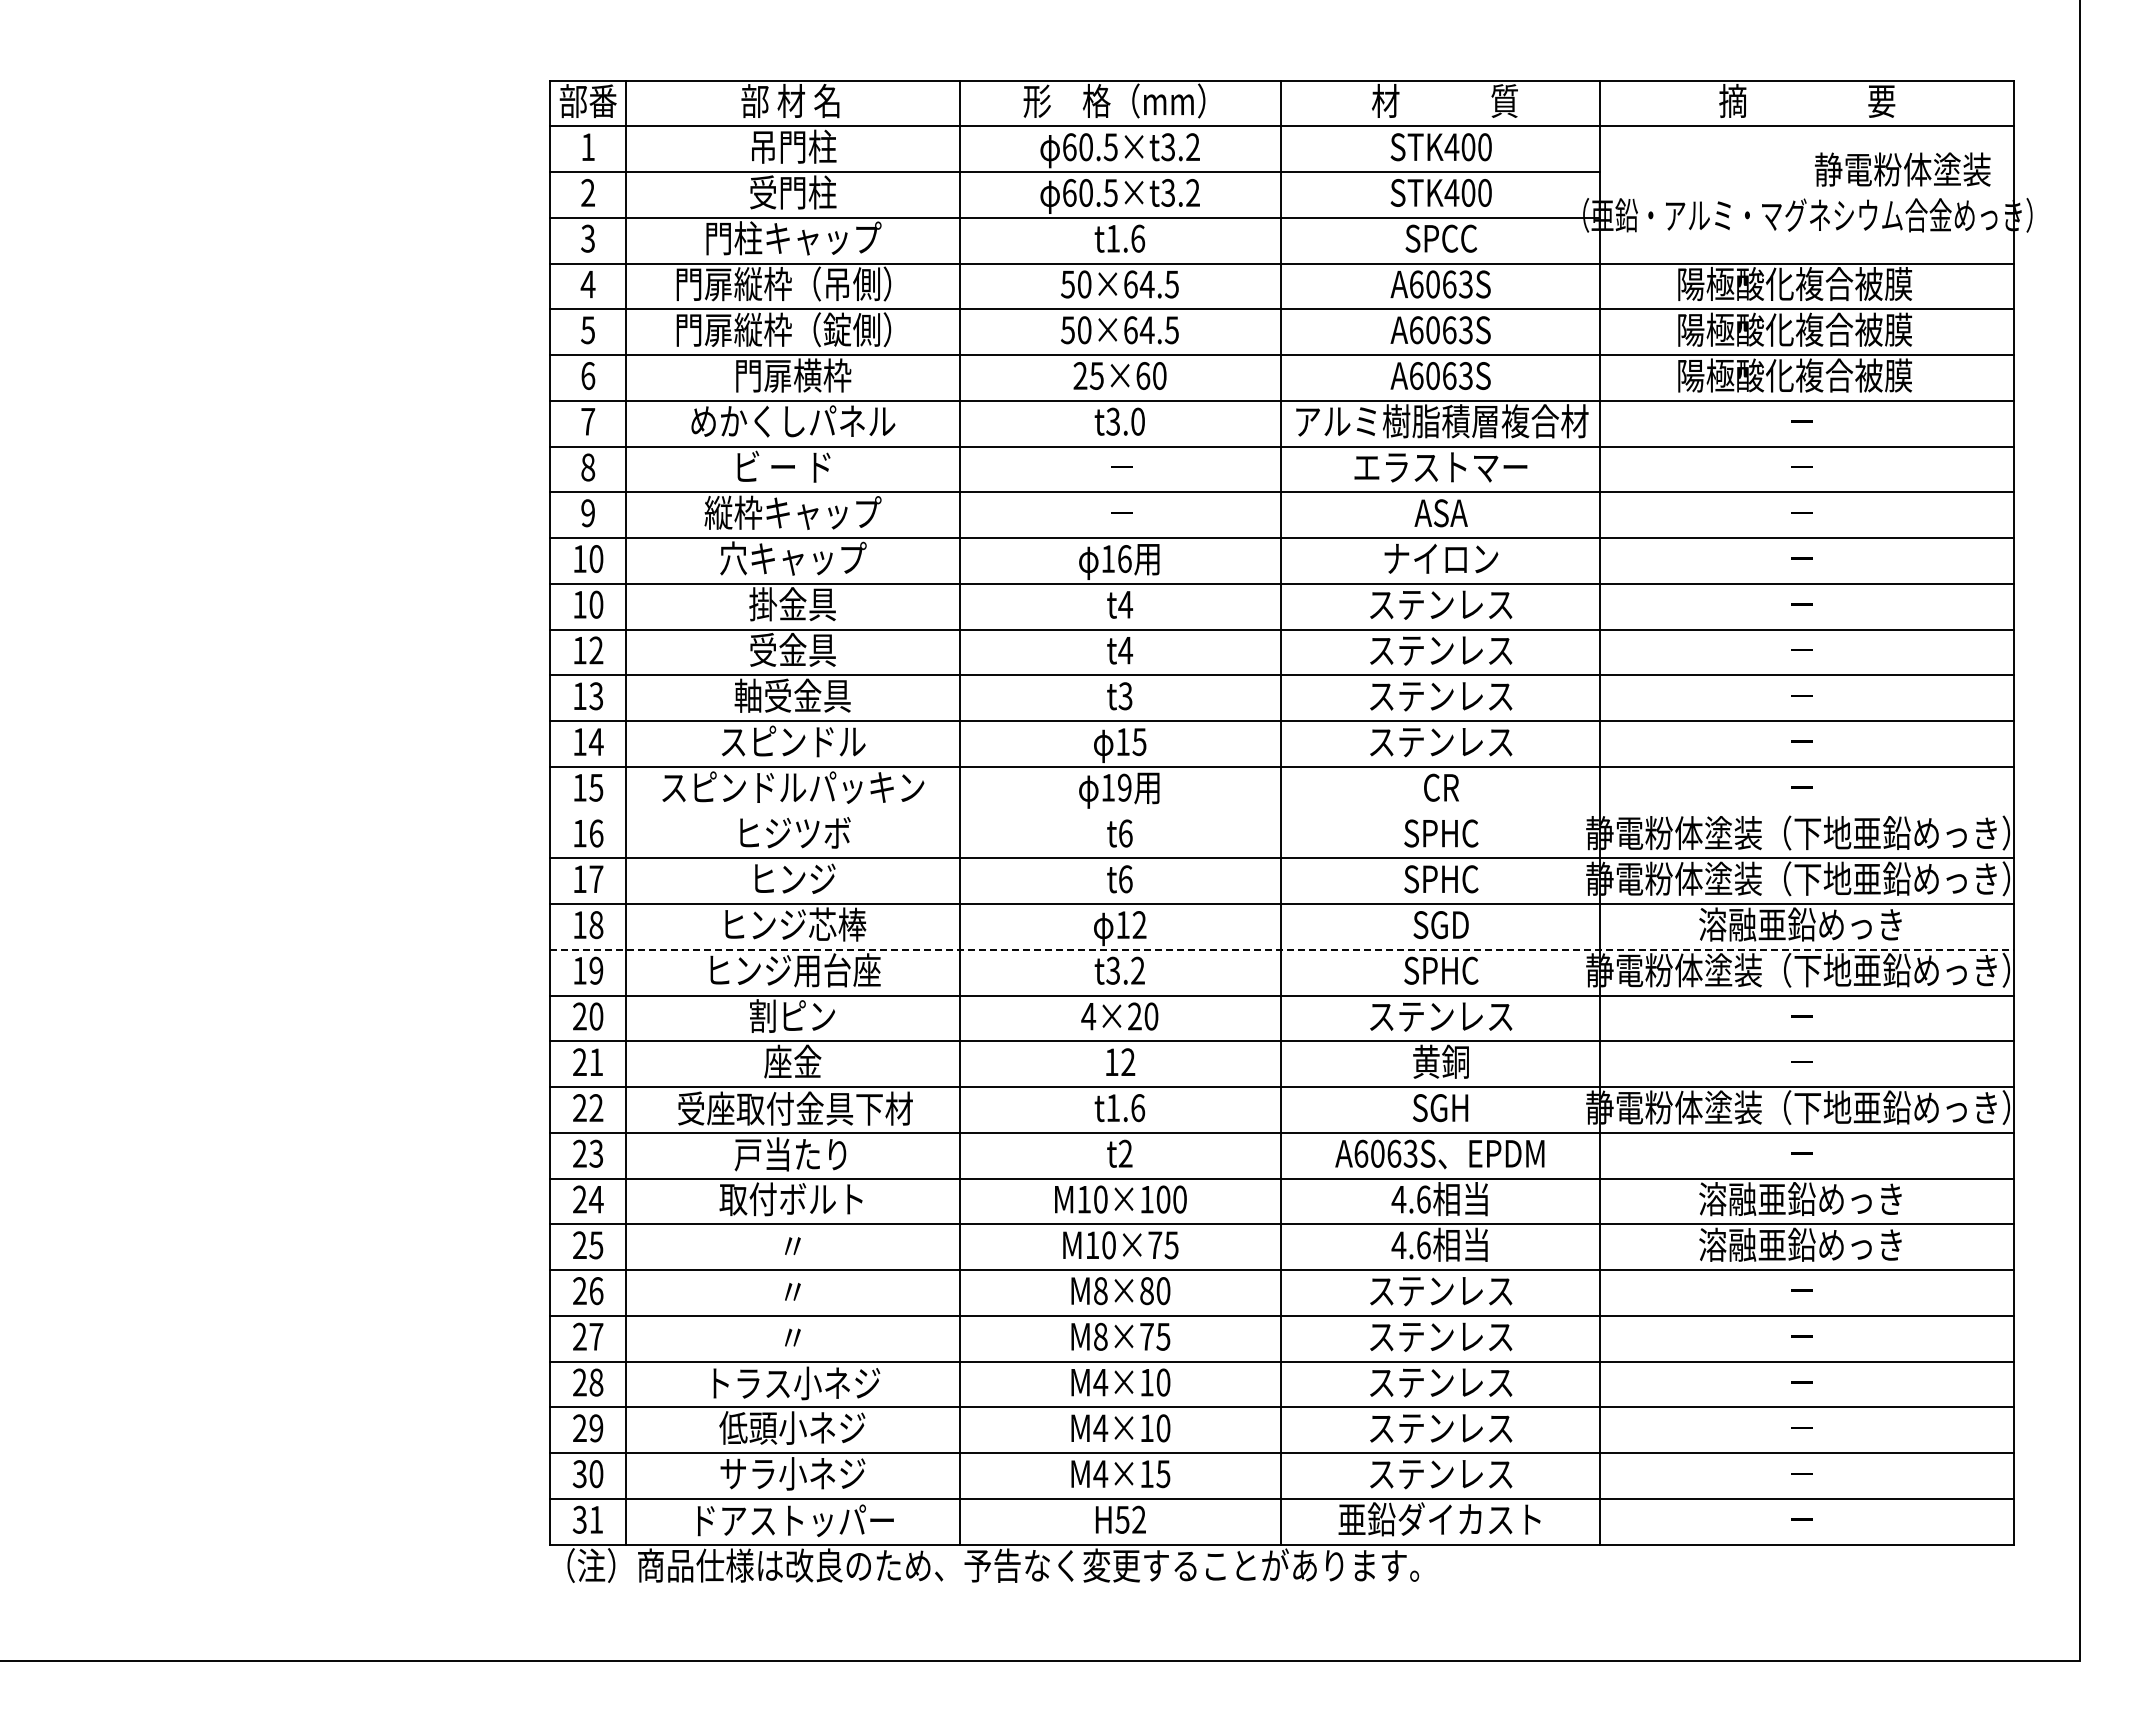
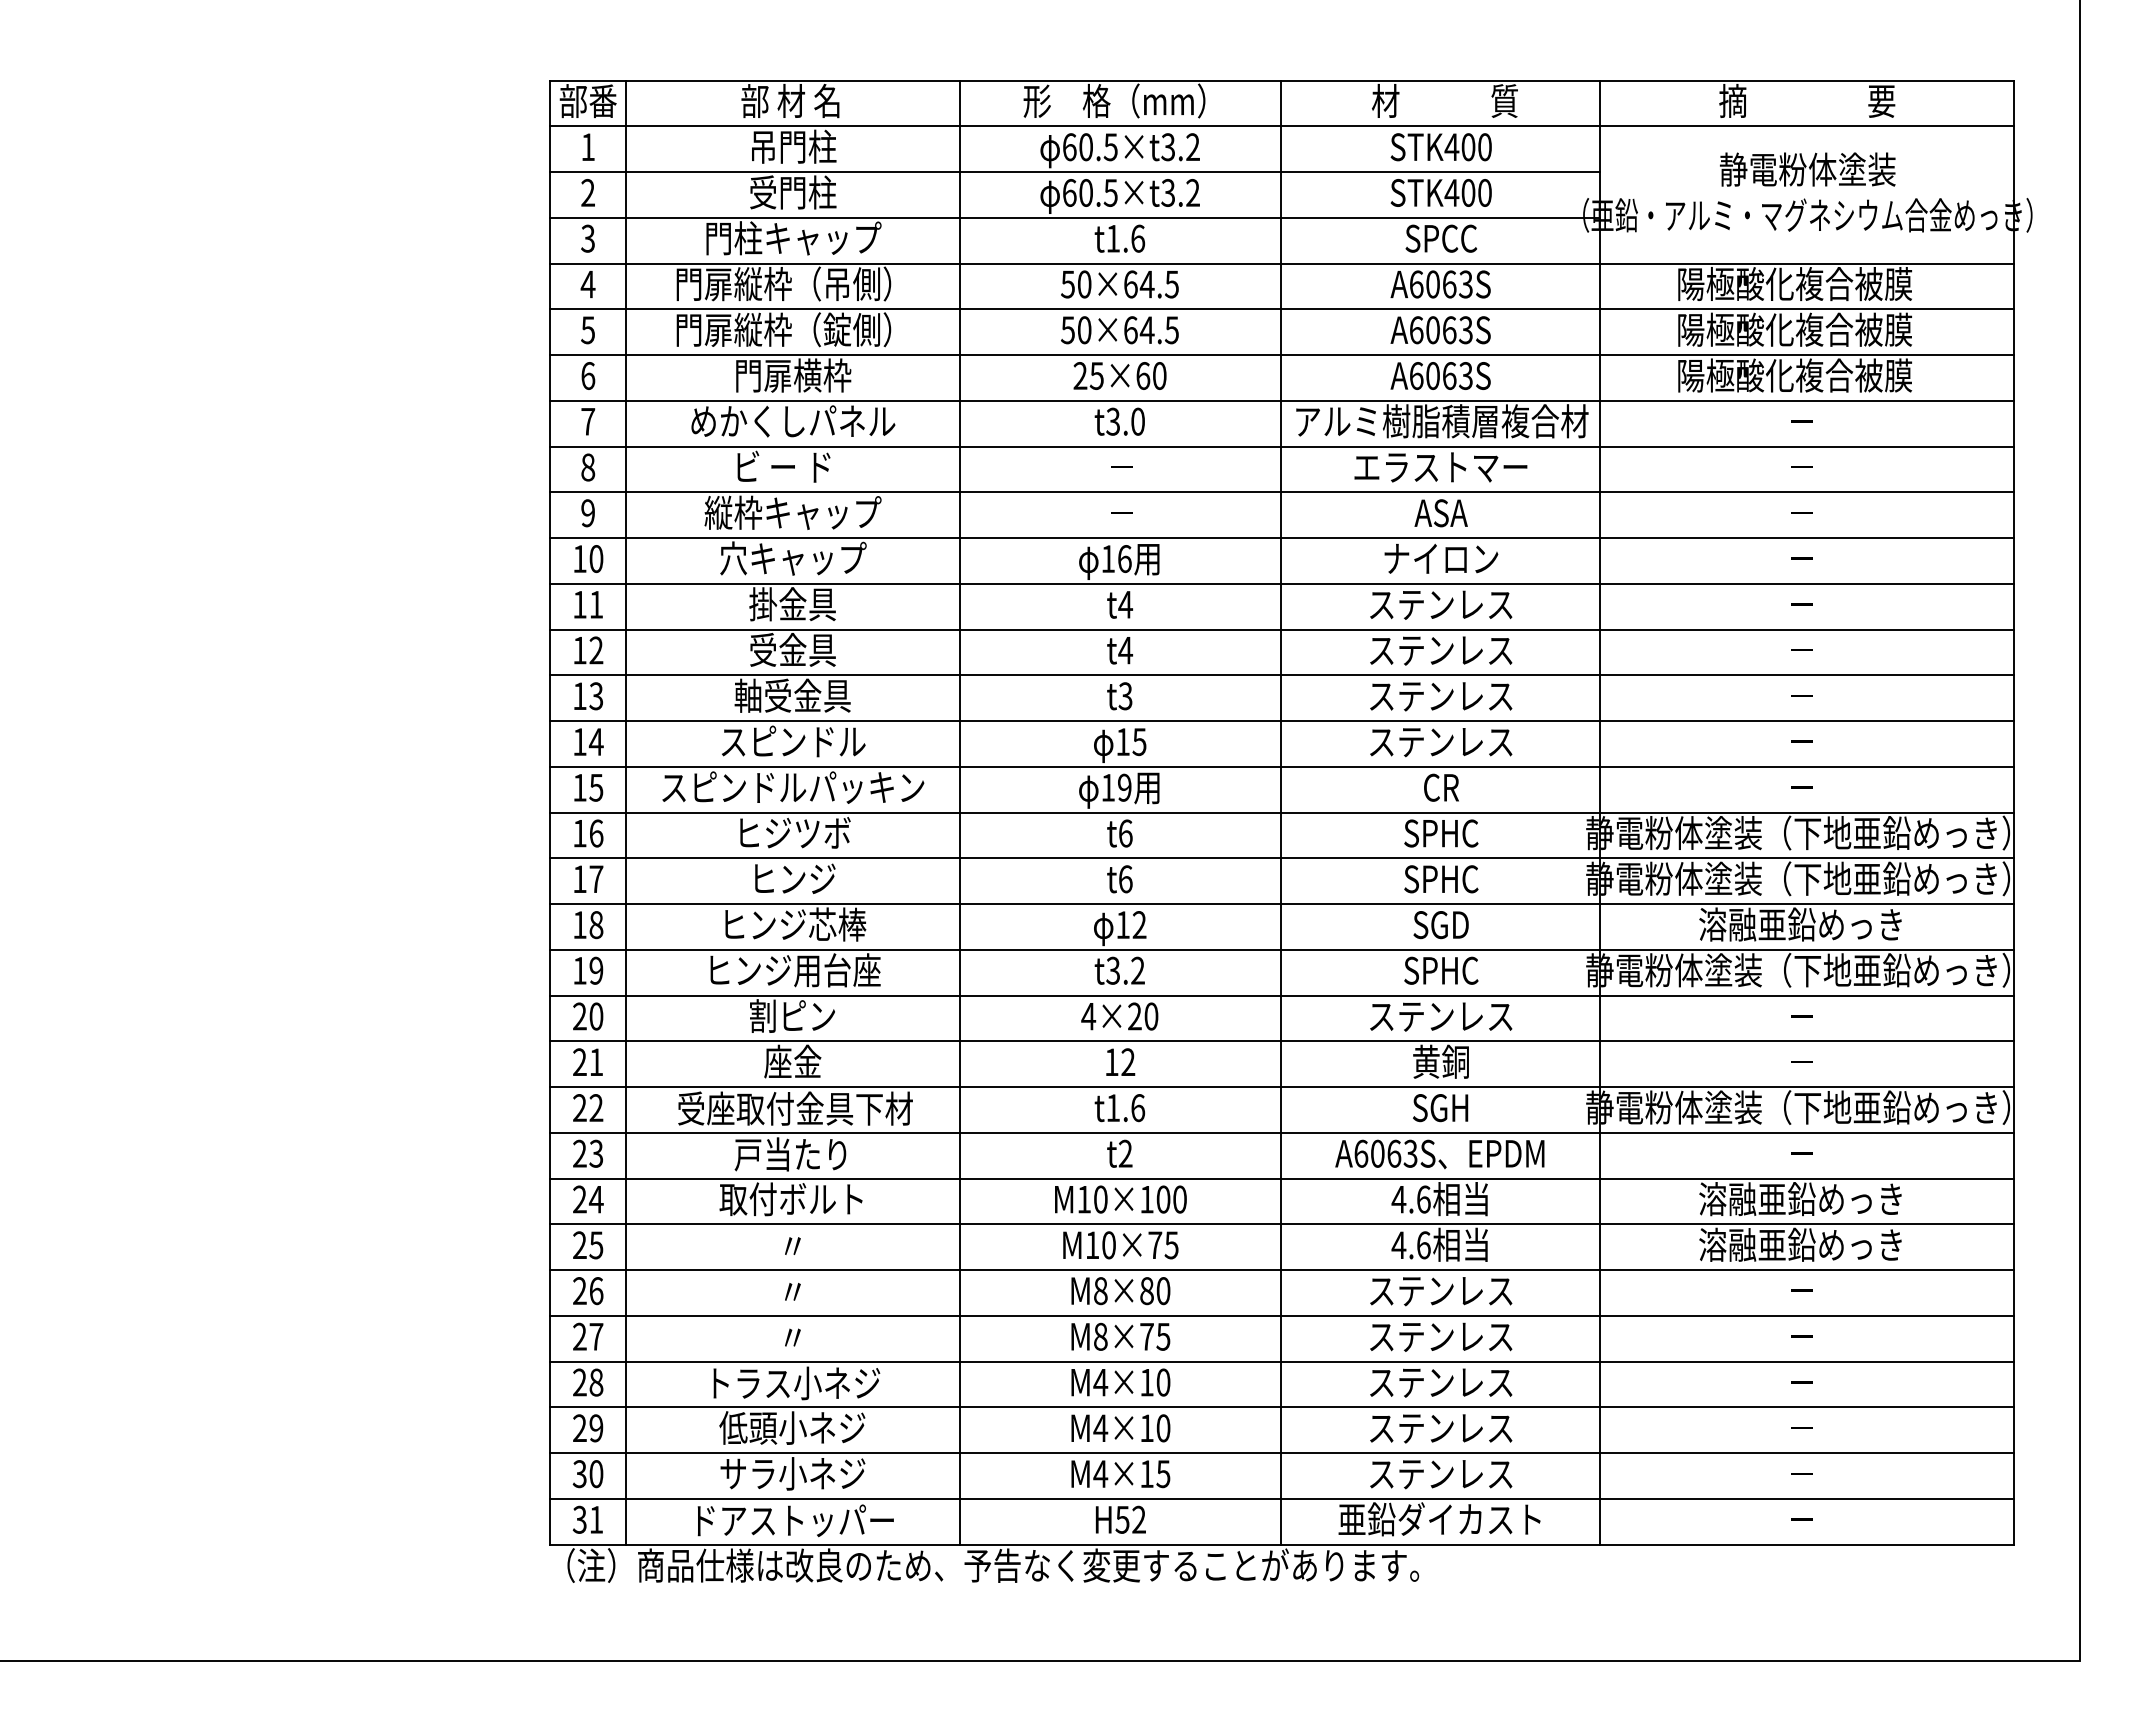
text at (1902, 169) position: (1902, 169) -> (1807, 169)
text at (596, 604): 10 -> 11
line at (1281, 812): none -> present
line at (1282, 949): dashed -> solid
